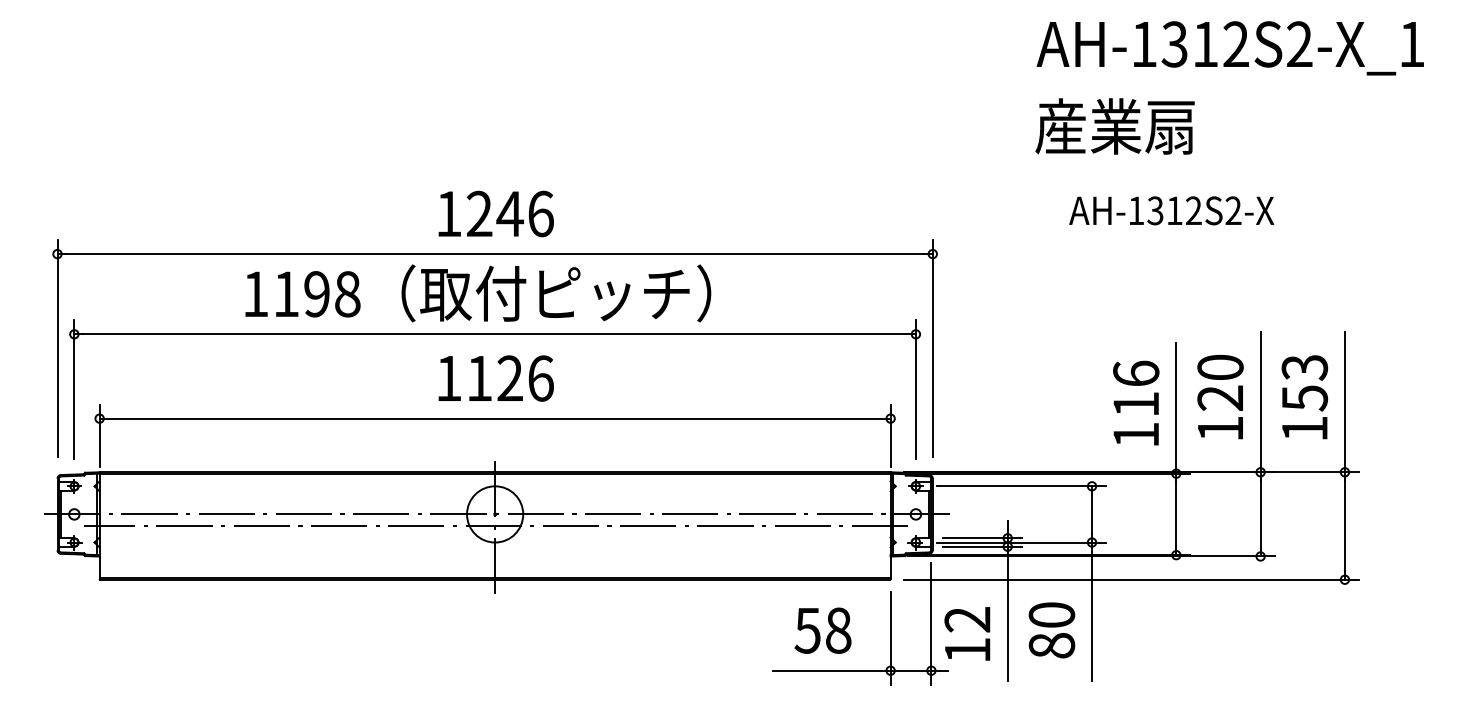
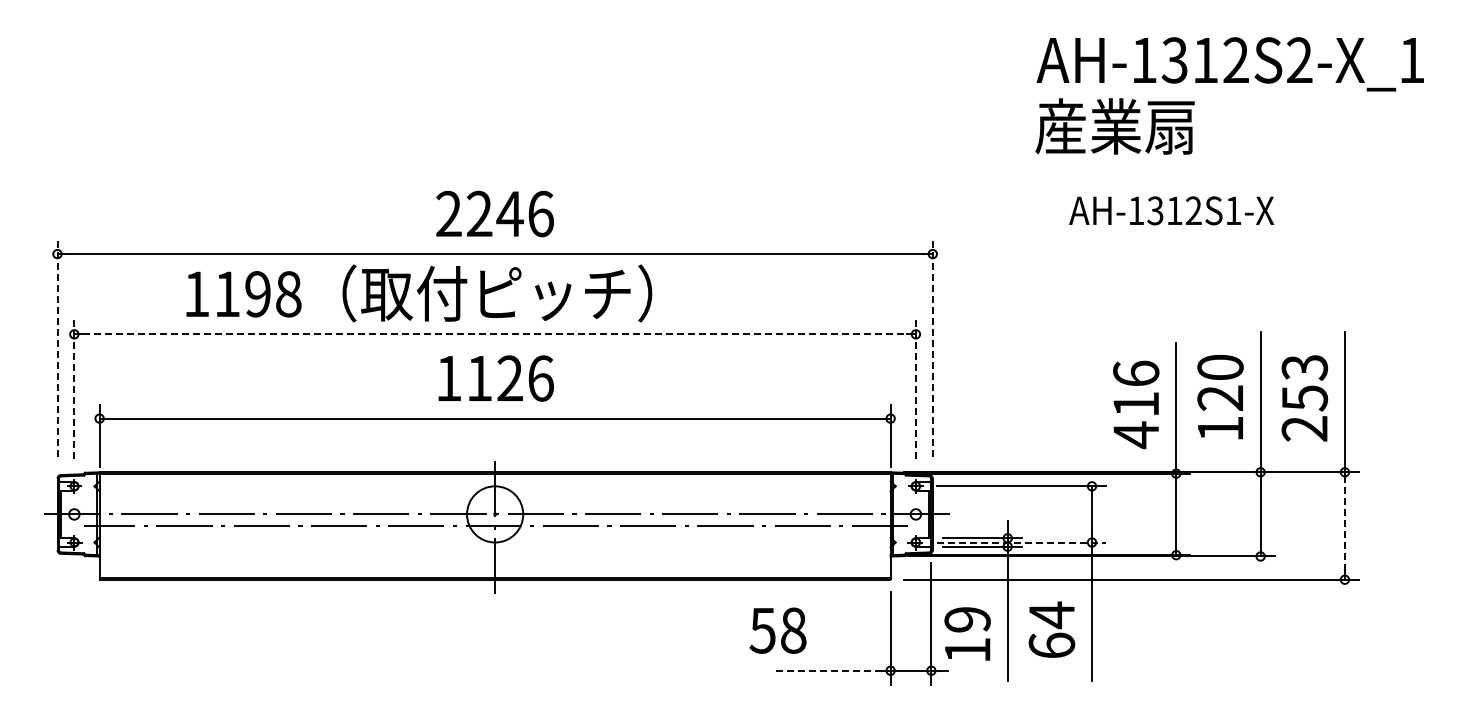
text at (1229, 48) position: (1229, 48) -> (1229, 64)
text at (1233, 210): AH-1312S2-X -> AH-1312S1-X
text at (448, 213): 1246 -> 2246
text at (478, 293) position: (478, 293) -> (419, 293)
line at (495, 334): solid -> dashed
line at (57, 348): solid -> dashed
line at (932, 348): solid -> dashed
line at (74, 388): solid -> dashed
line at (915, 388): solid -> dashed
text at (1304, 428): 153 -> 253
text at (1135, 435): 116 -> 416
line at (1344, 525): solid -> dashed
line at (1021, 542): solid -> dashed
text at (967, 619): 12 -> 19
text at (1051, 629): 80 -> 64
text at (822, 630) position: (822, 630) -> (777, 630)
line at (827, 670): solid -> dashed
